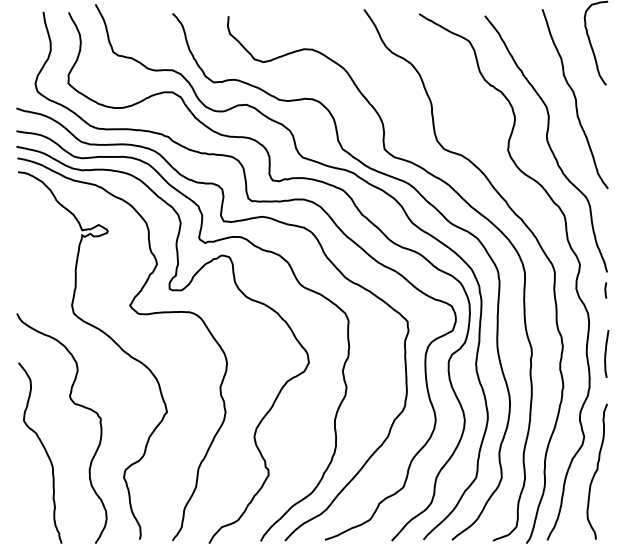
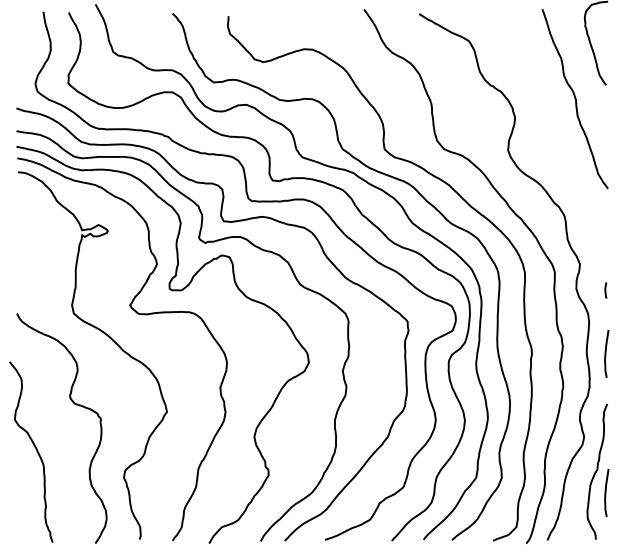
curve at (547, 143): present -> none
curve at (44, 450) position: (44, 450) -> (35, 449)
curve at (606, 492): none -> present
